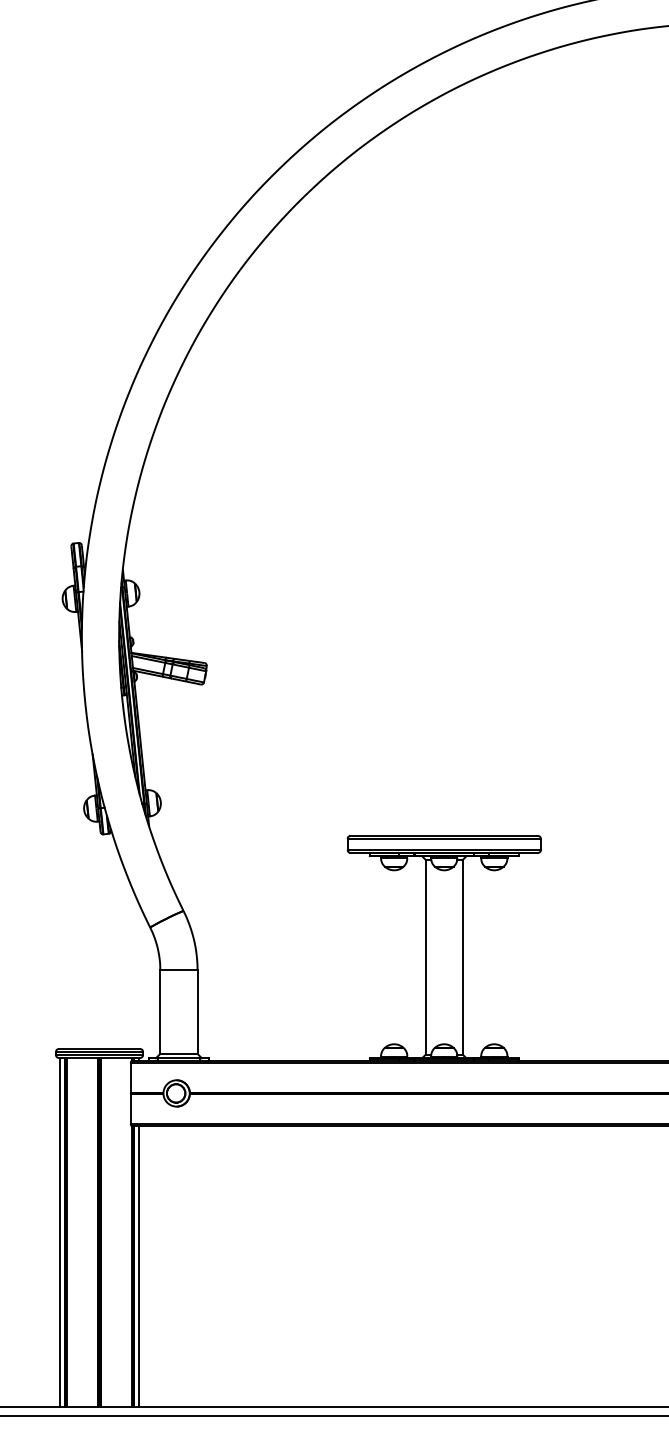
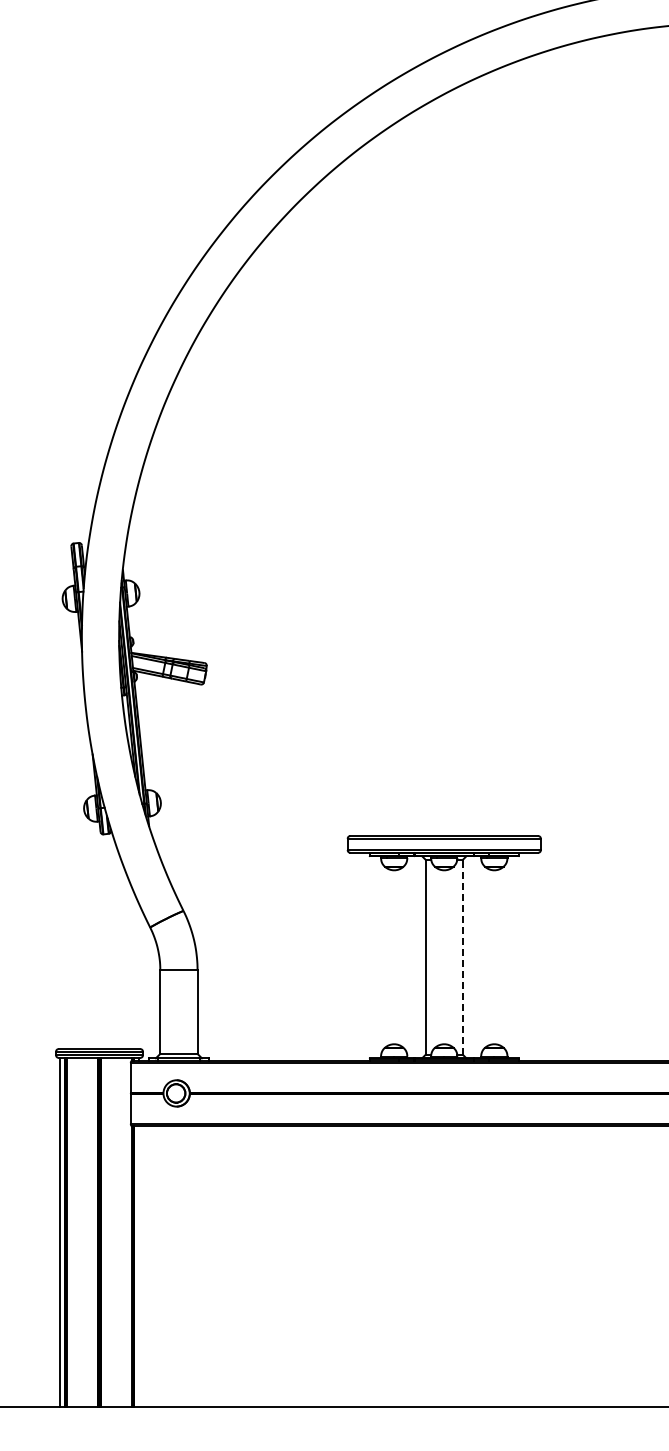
line at (462, 956): solid -> dashed
line at (138, 1266): present -> none
line at (333, 1416): present -> none
